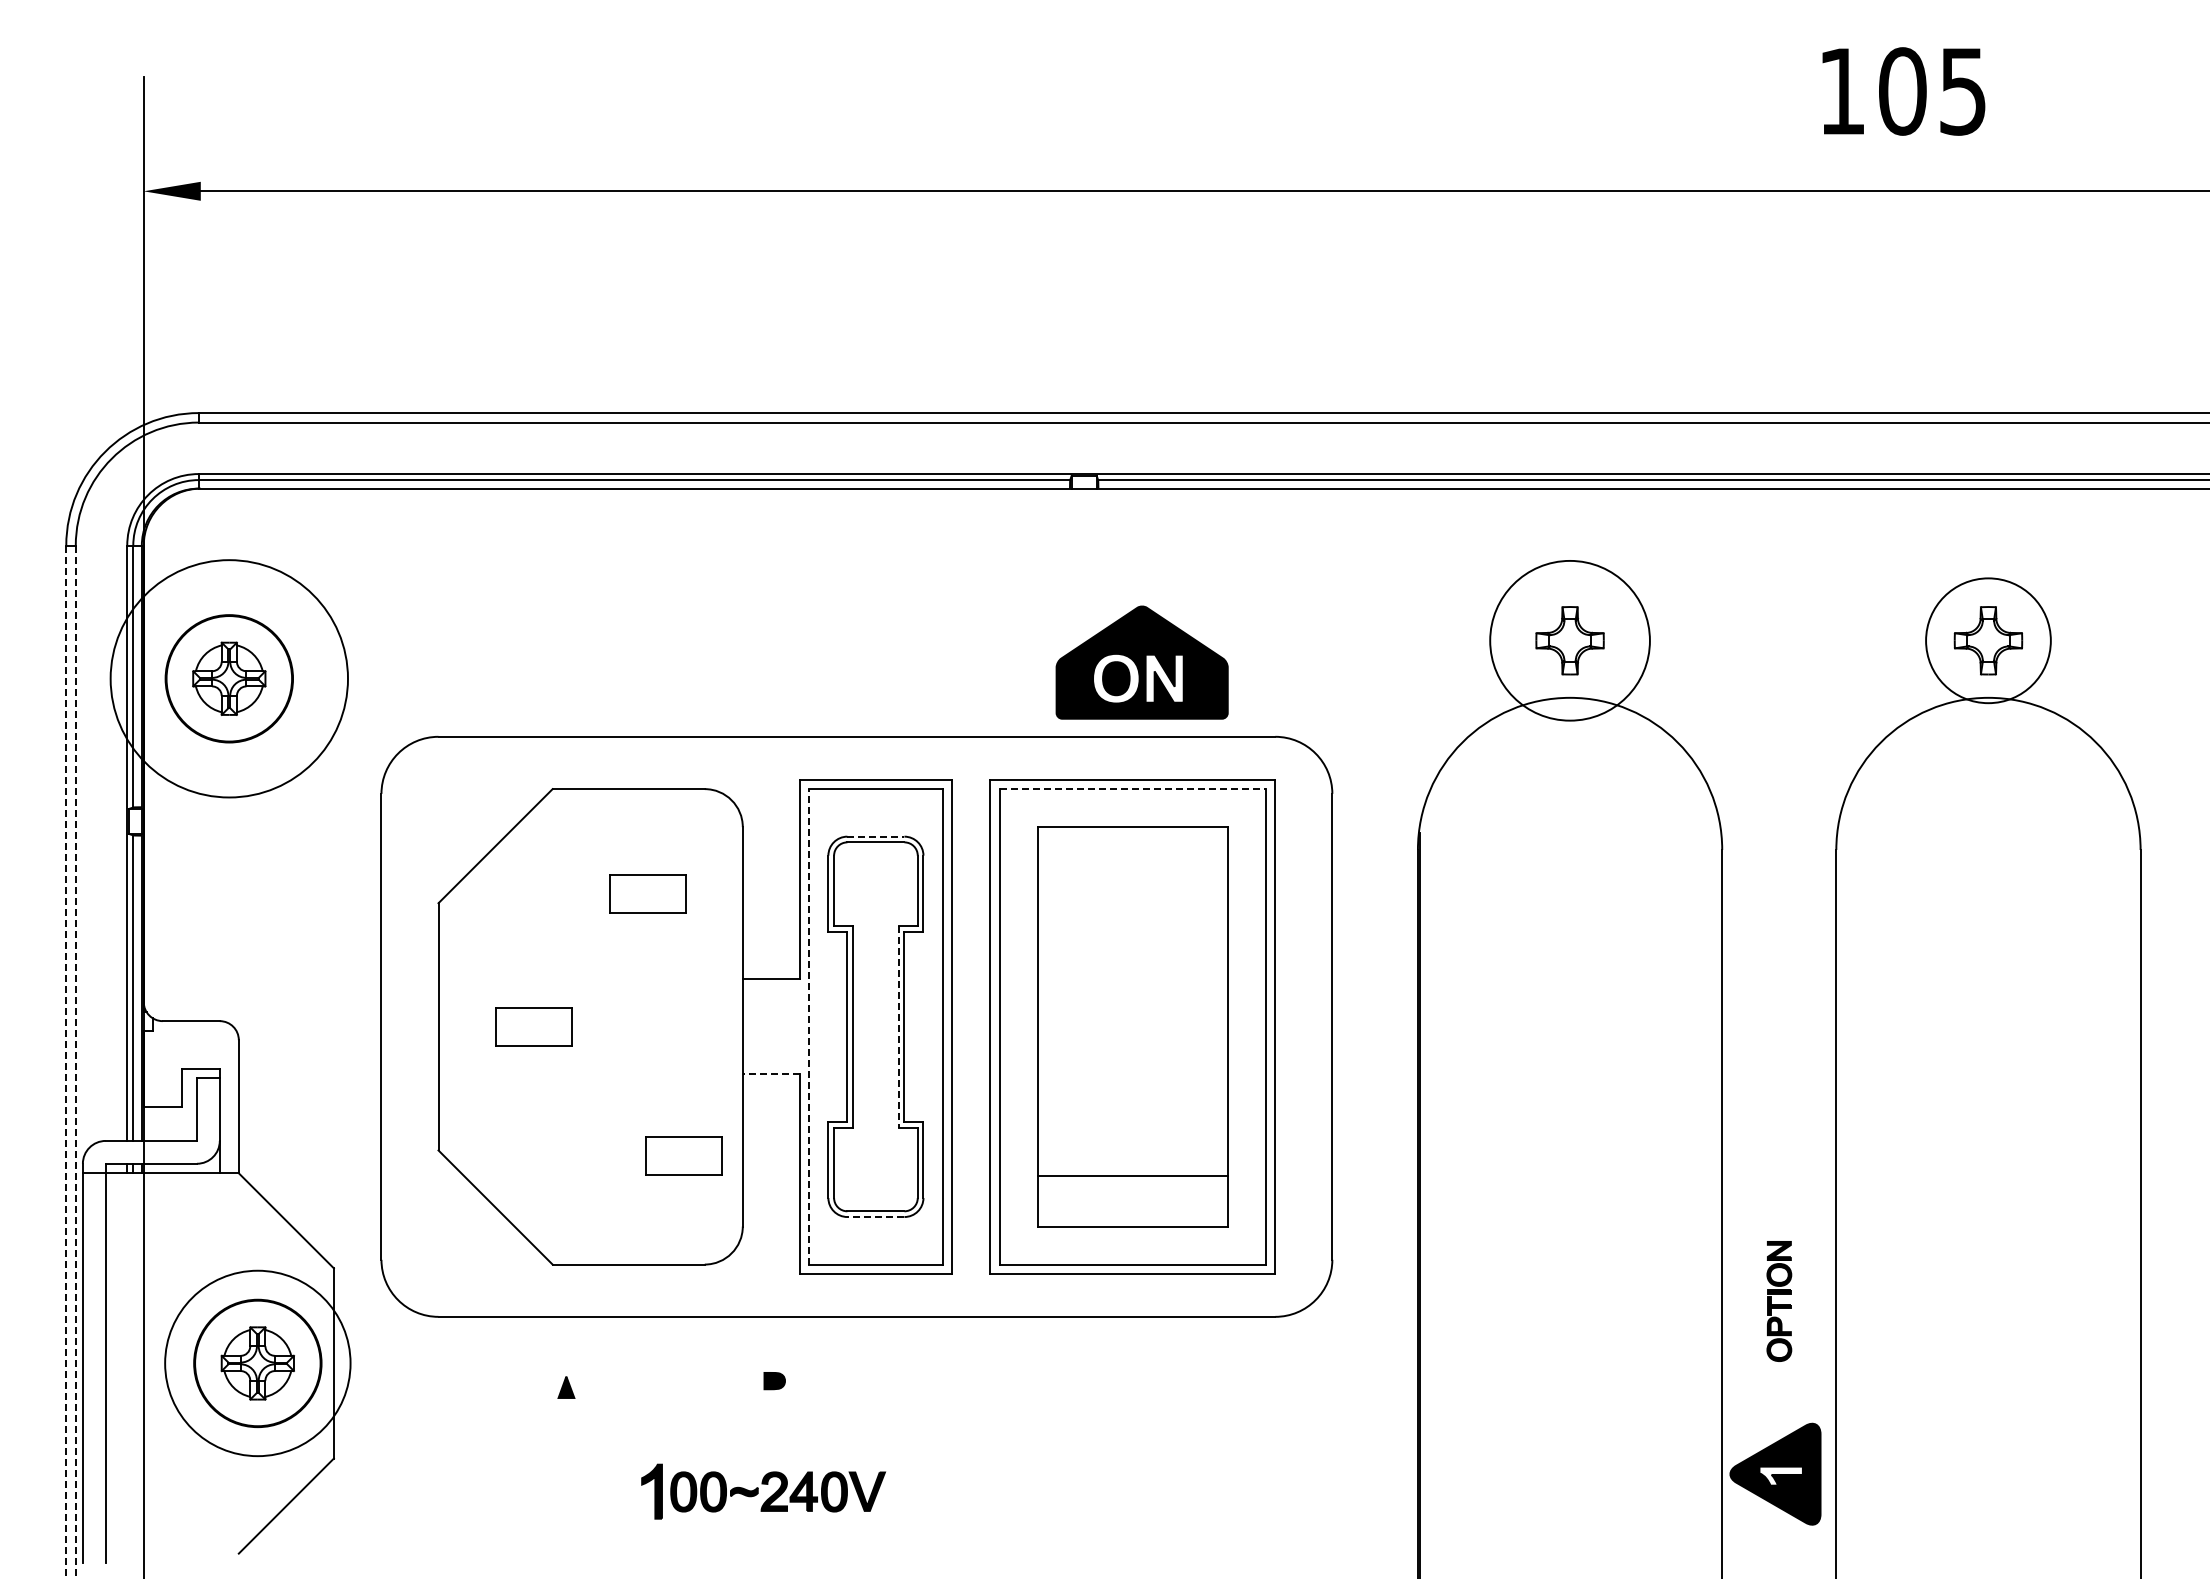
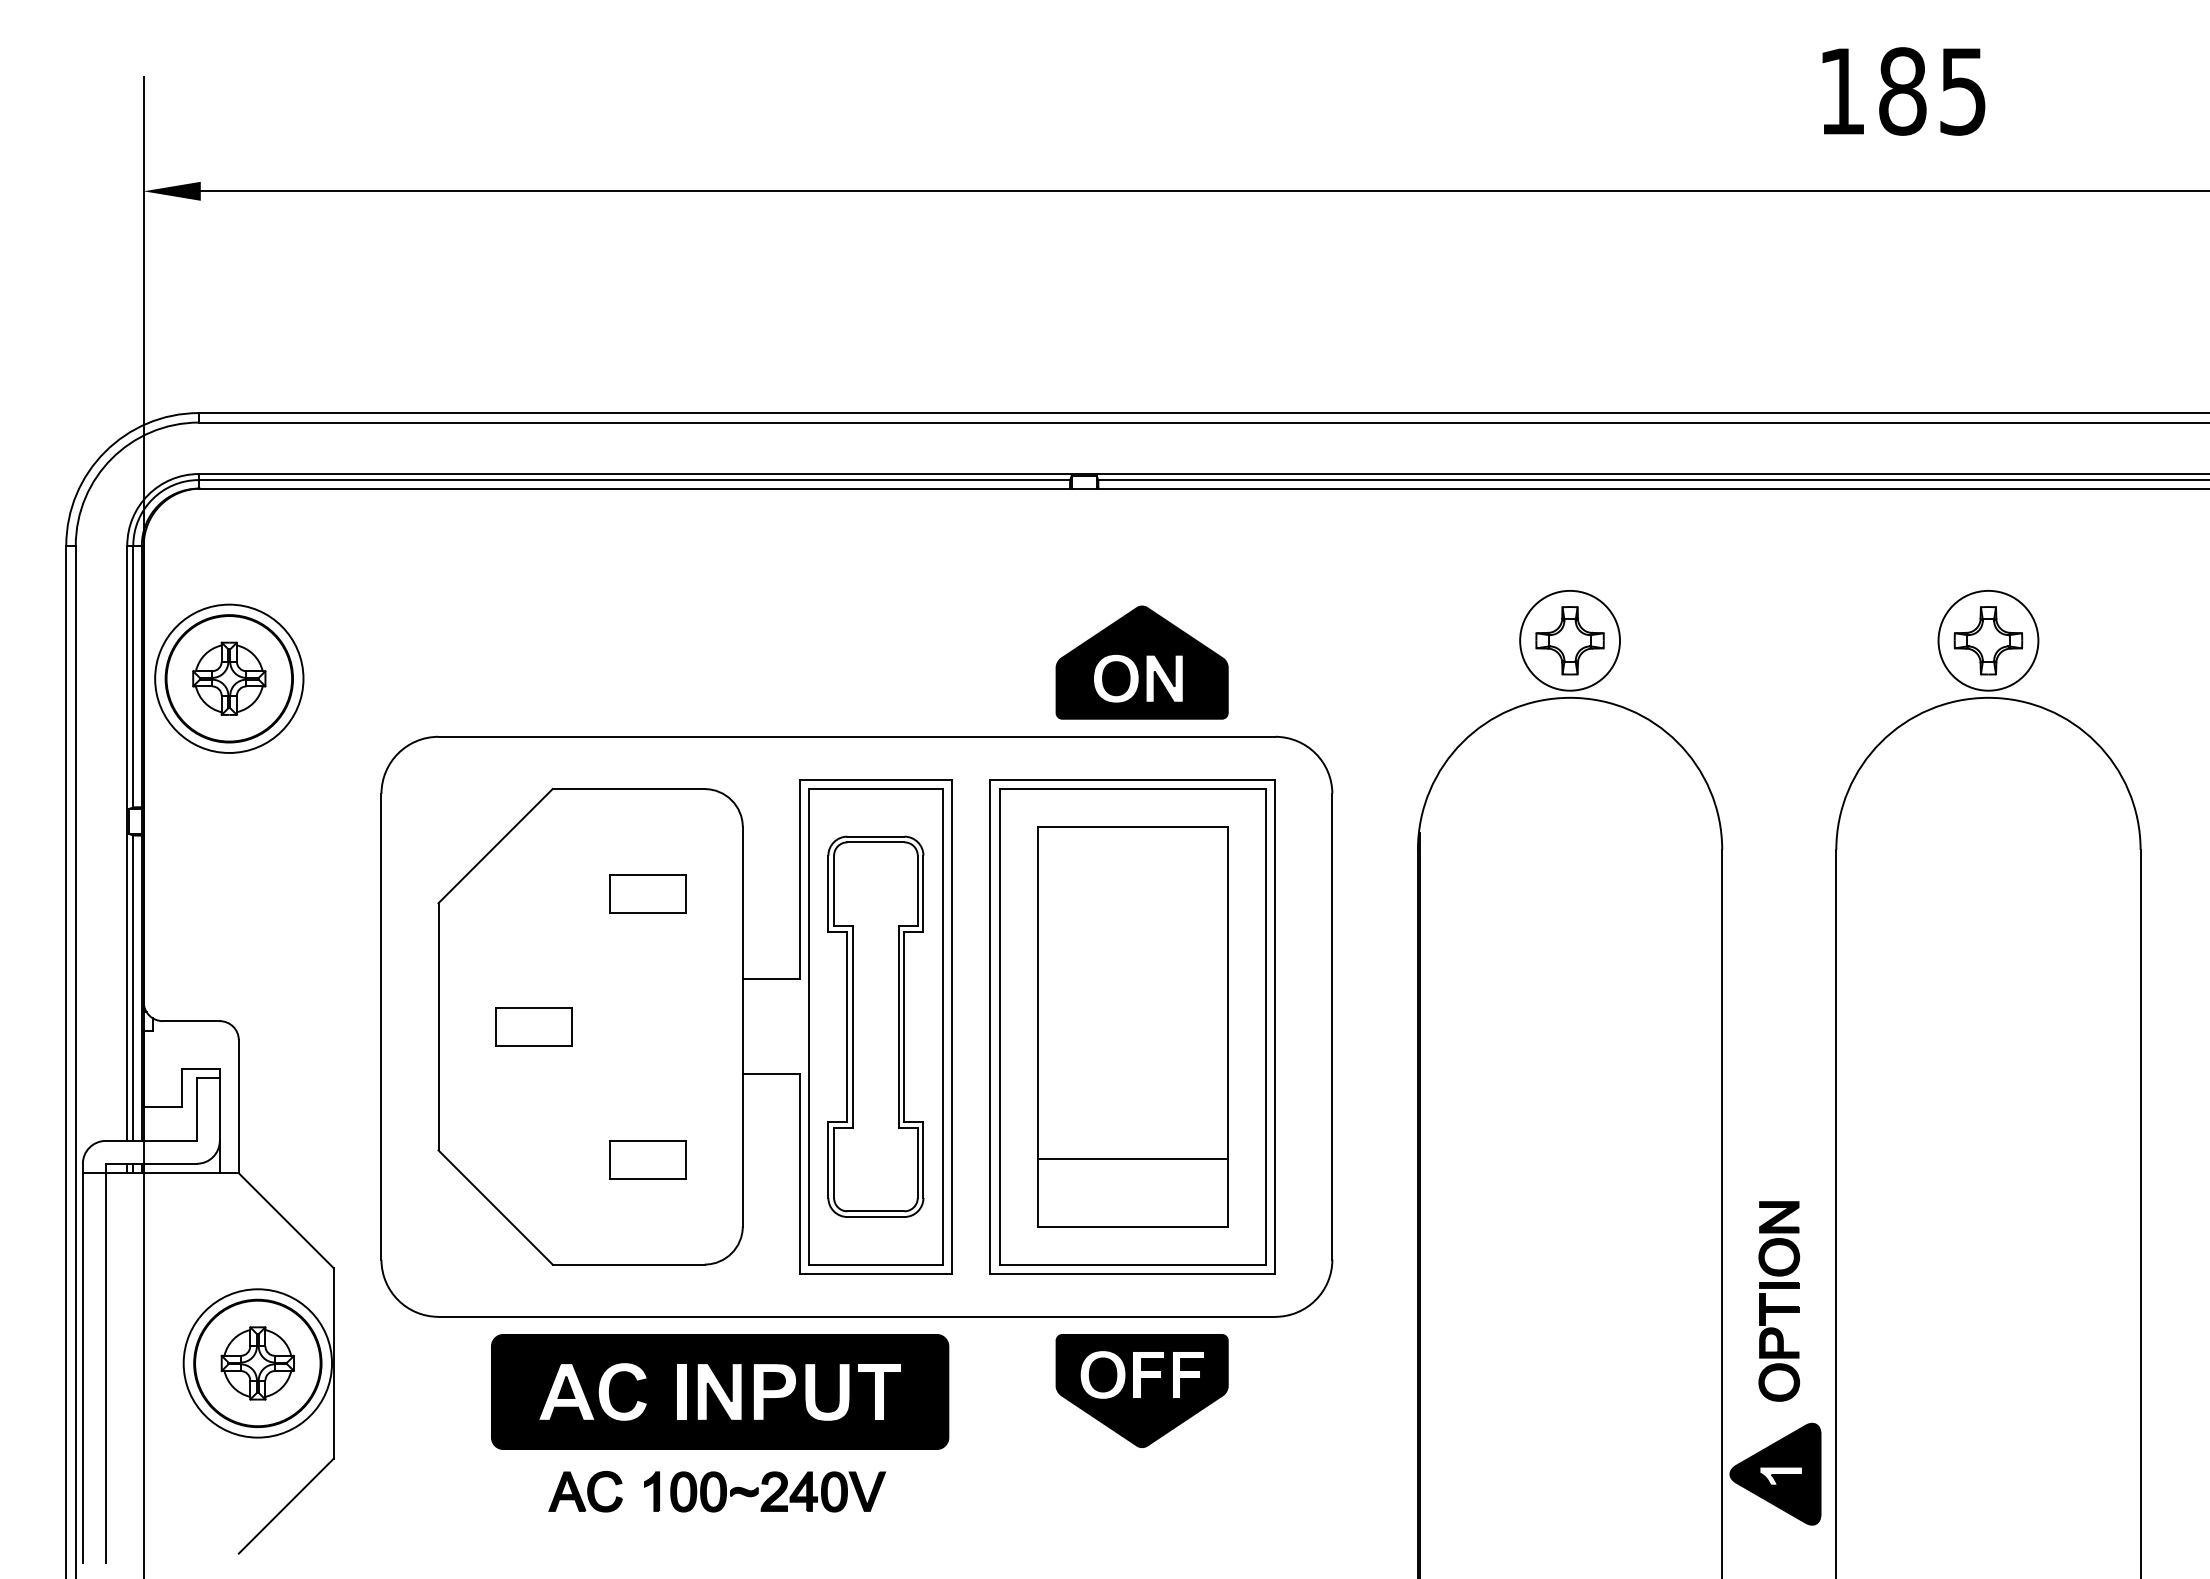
text at (1902, 91): 105 -> 185
circle at (1569, 640) diameter: 160 px -> 100 px
circle at (1988, 640) diameter: 125 px -> 100 px
circle at (229, 678) diameter: 237 px -> 148 px
line at (1133, 789): dashed -> solid
line at (875, 836): dashed -> solid
line at (809, 1026): dashed -> solid
line at (898, 1026): dashed -> solid
line at (66, 1062): dashed -> solid
line at (75, 1062): dashed -> solid
line at (771, 1074): dashed -> solid
part at (683, 1155) position: (683, 1155) -> (647, 1159)
line at (1132, 1175) position: (1132, 1175) -> (1132, 1158)
line at (875, 1217): dashed -> solid
part at (1779, 1301) size: 27x121 px -> 43x201 px
circle at (257, 1363) diameter: 185 px -> 148 px
part at (1141, 1390): none -> present
part at (720, 1391): none -> present
part at (585, 1491): none -> present
part at (651, 1491) size: 22x57 px -> 16x41 px
